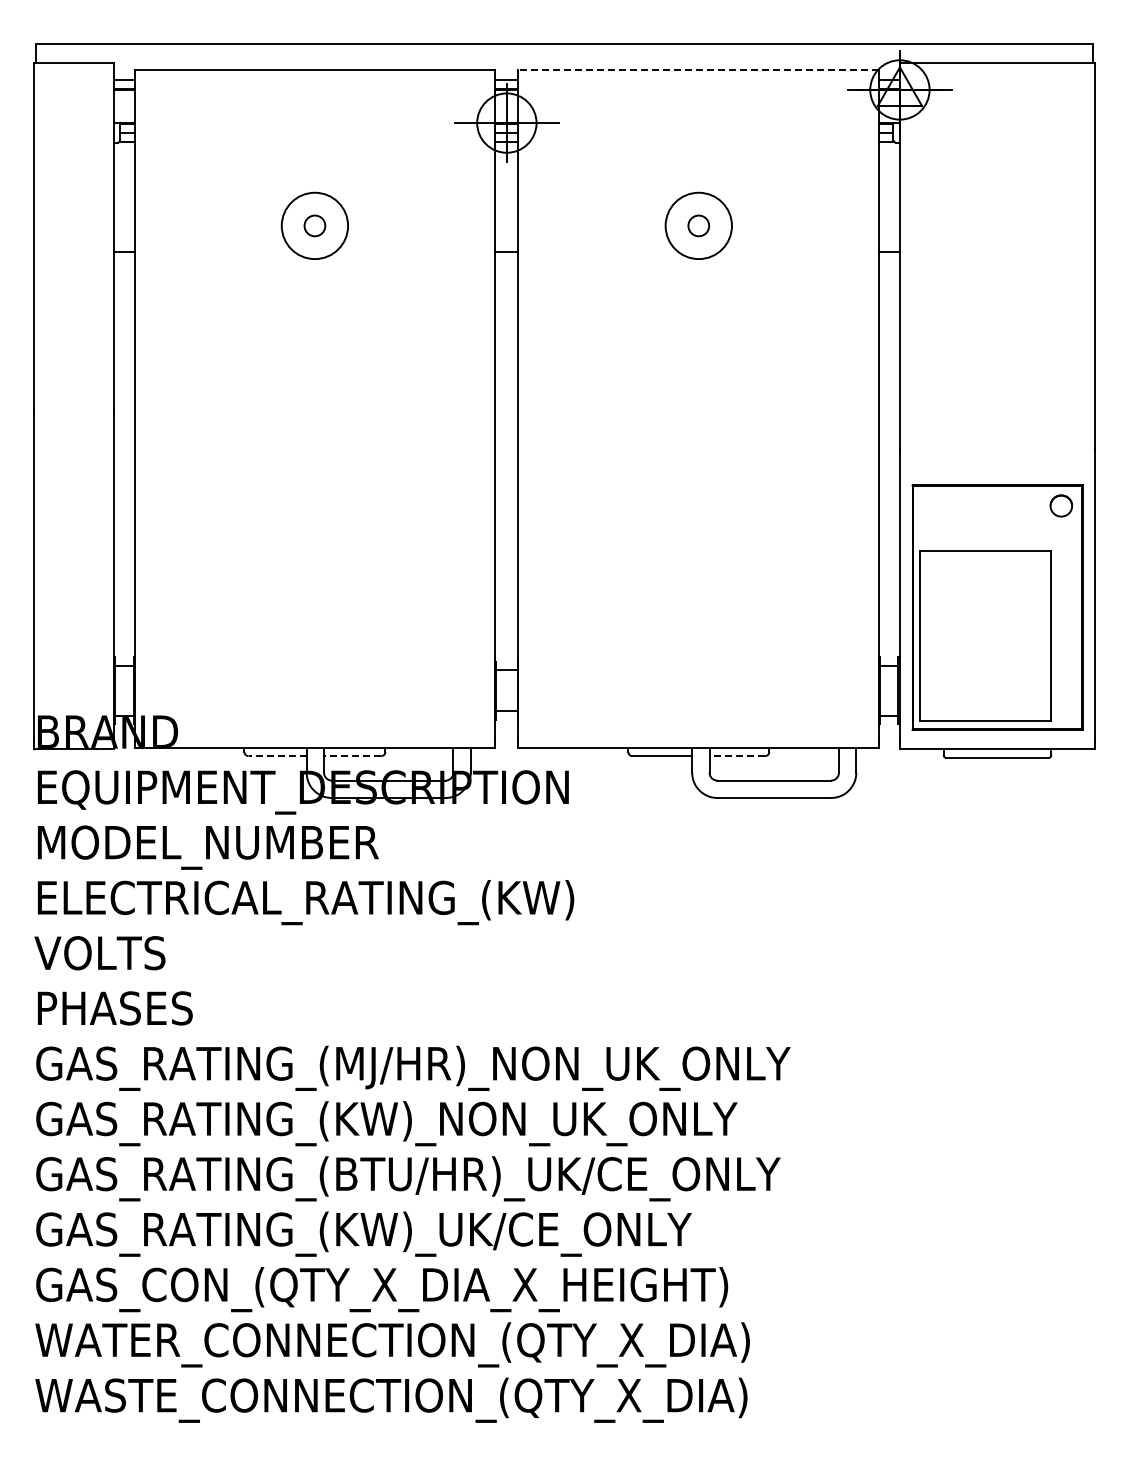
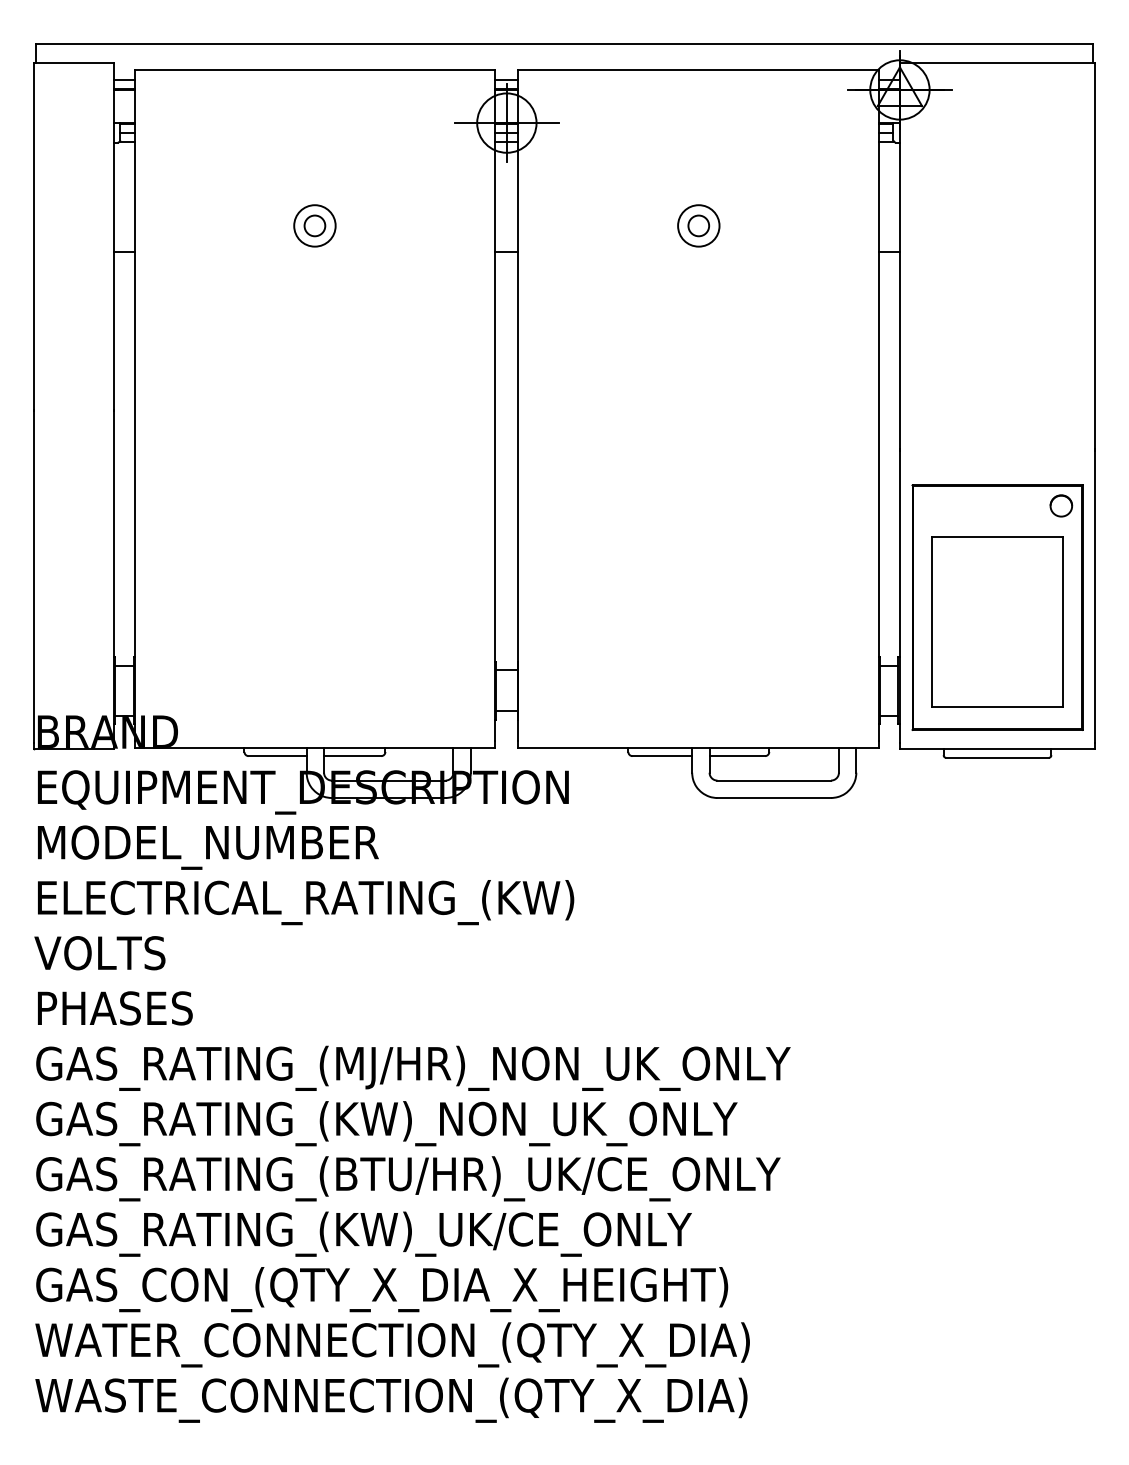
line at (698, 70): dashed -> solid
circle at (314, 225) diameter: 66 px -> 41 px
circle at (698, 225) diameter: 66 px -> 41 px
part at (985, 635) position: (985, 635) -> (997, 621)
line at (277, 756): dashed -> solid
line at (352, 756): dashed -> solid
line at (737, 756): dashed -> solid
